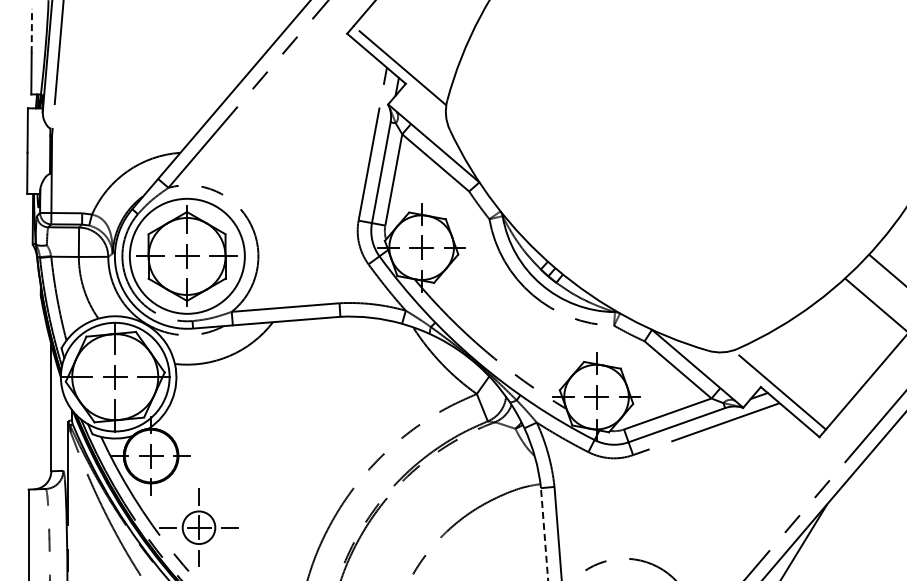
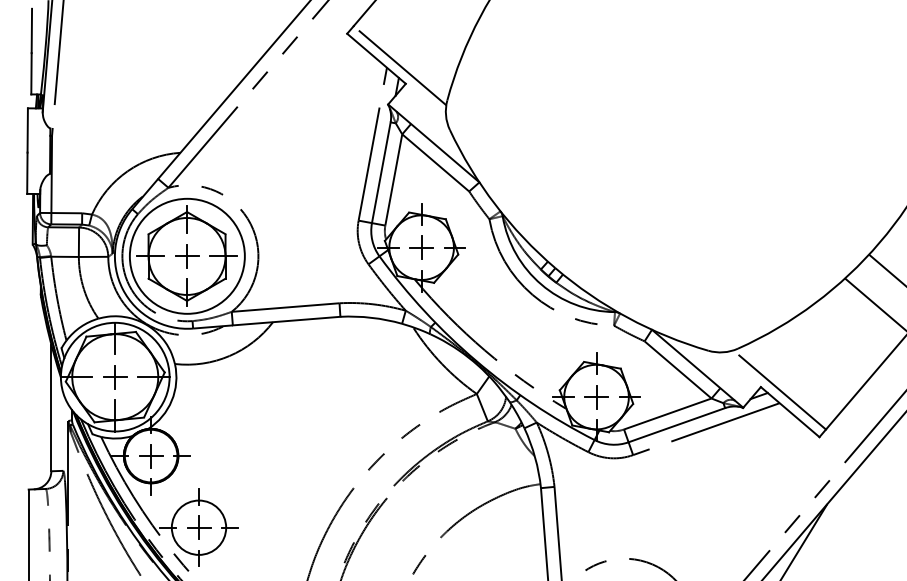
line at (31, 30): dashed -> solid
circle at (198, 527) diameter: 33 px -> 54 px
line at (544, 533): dashed -> solid
